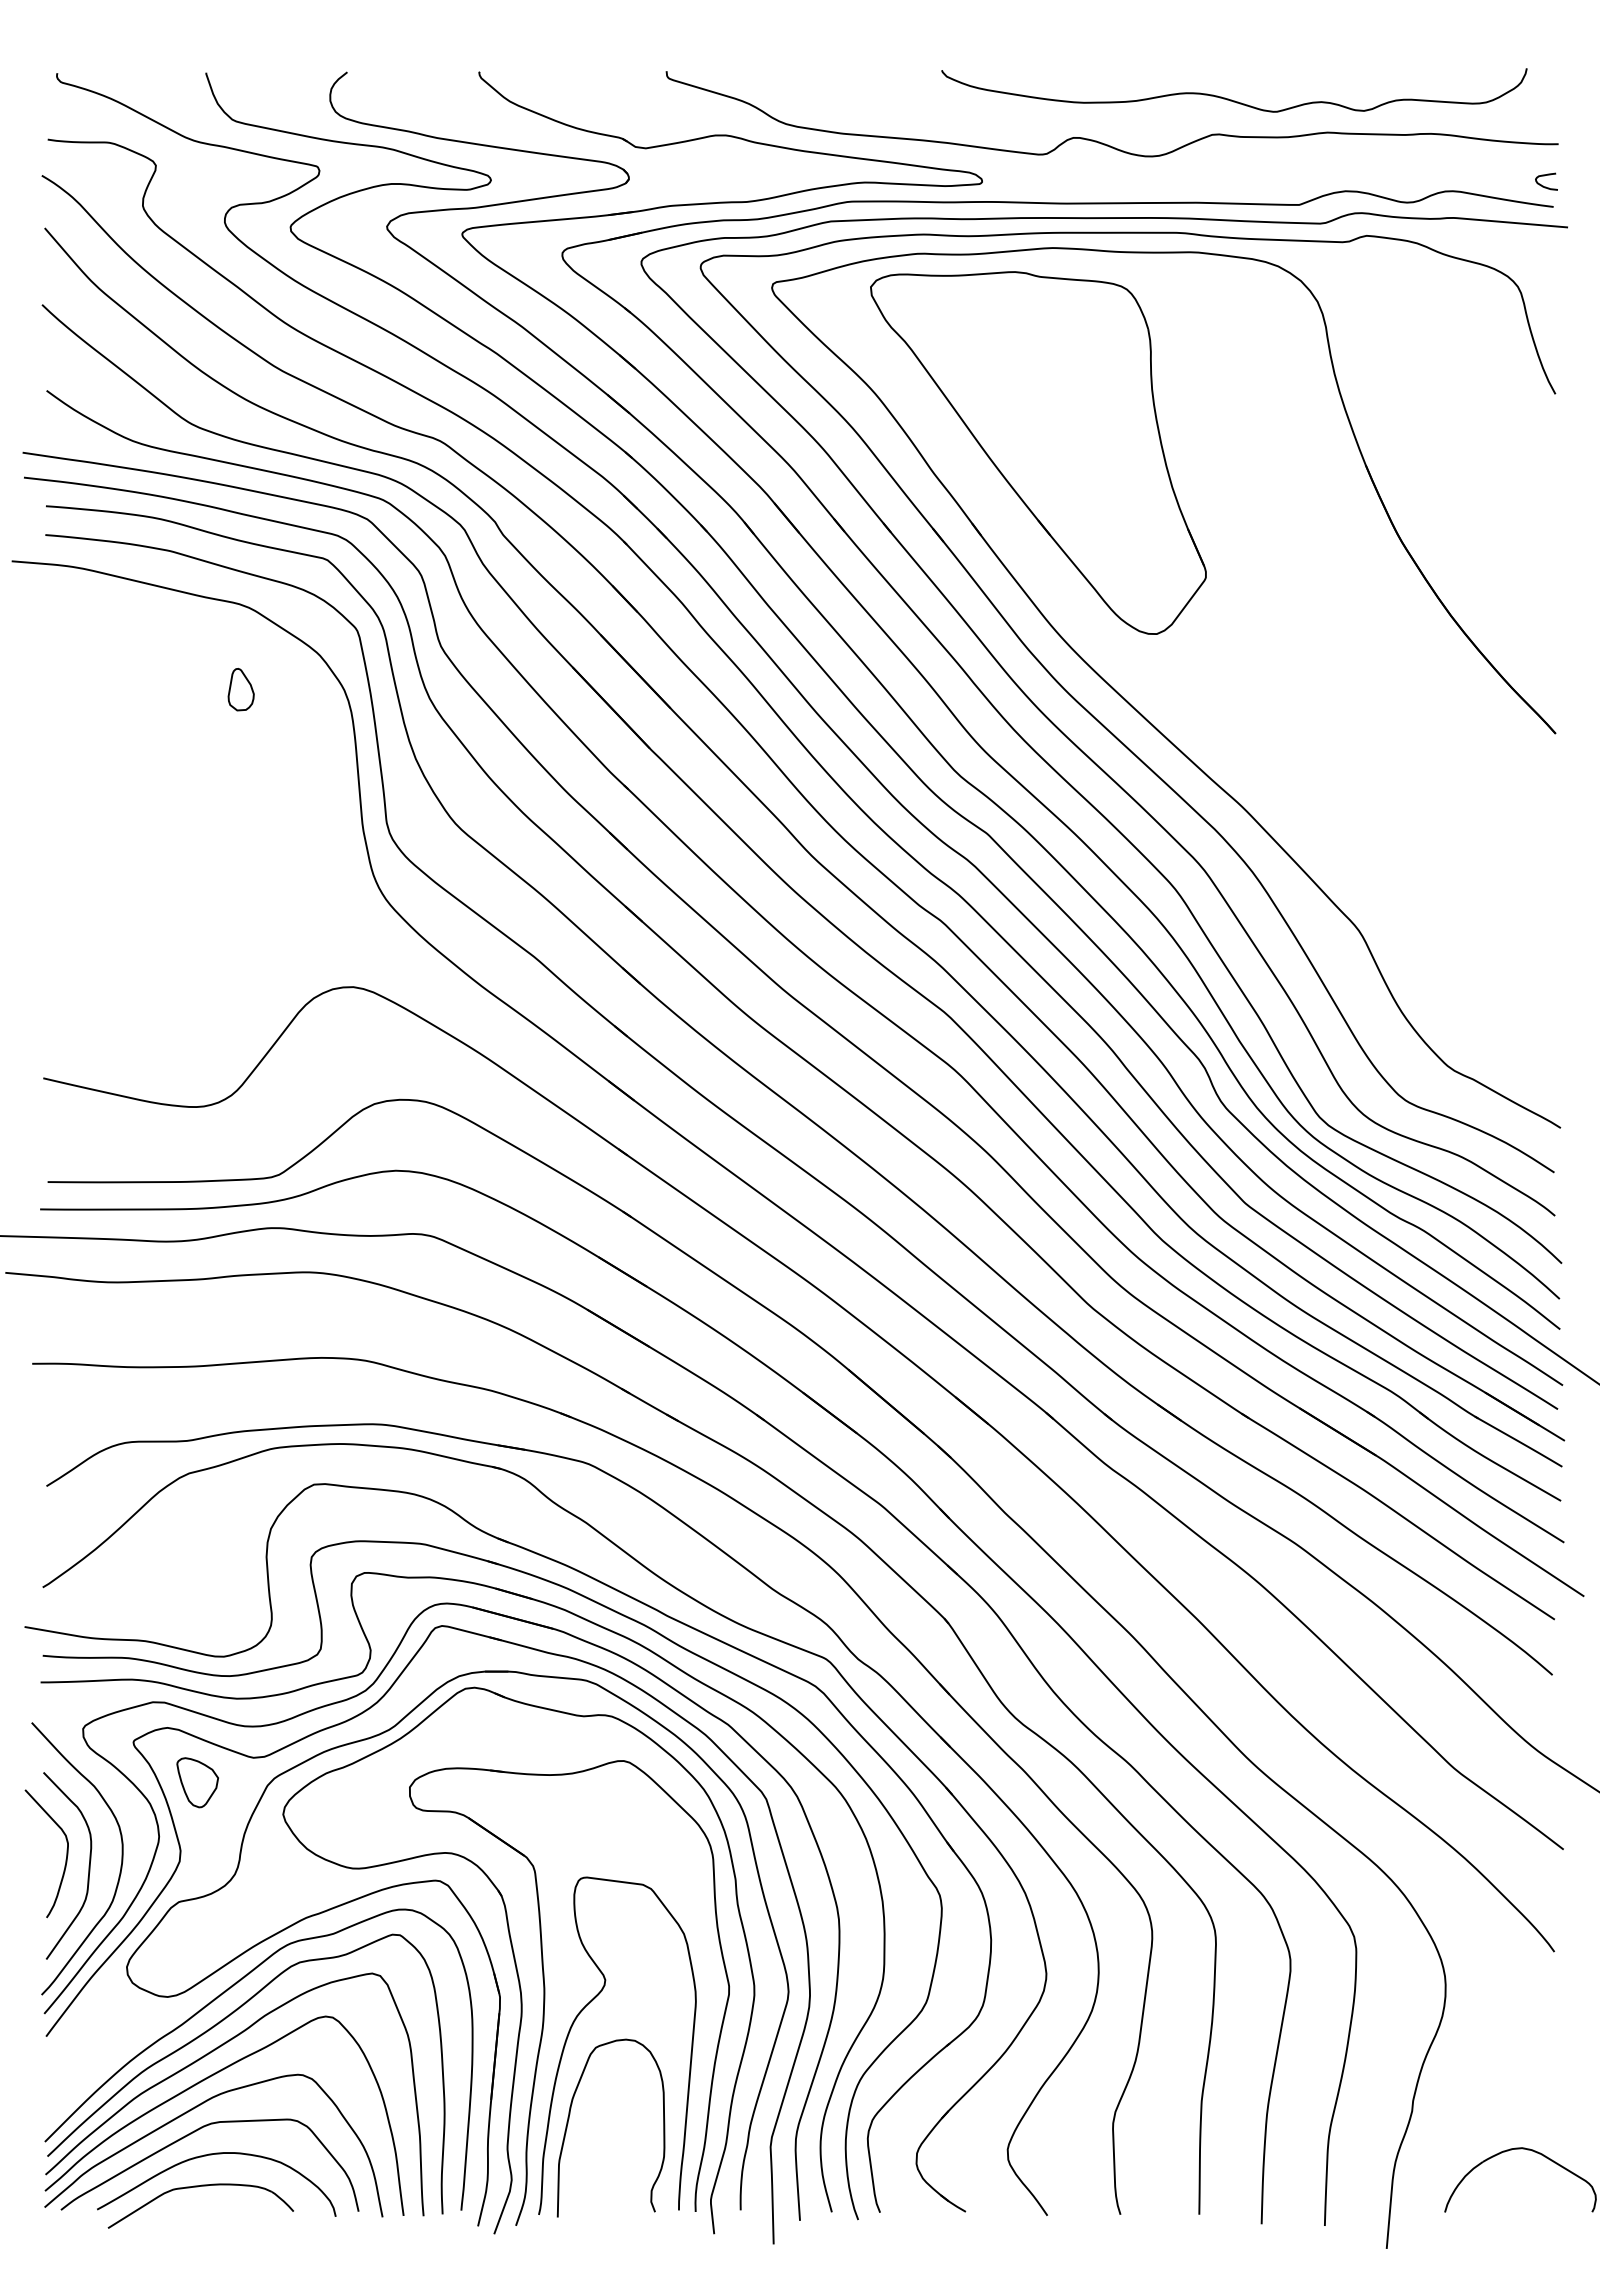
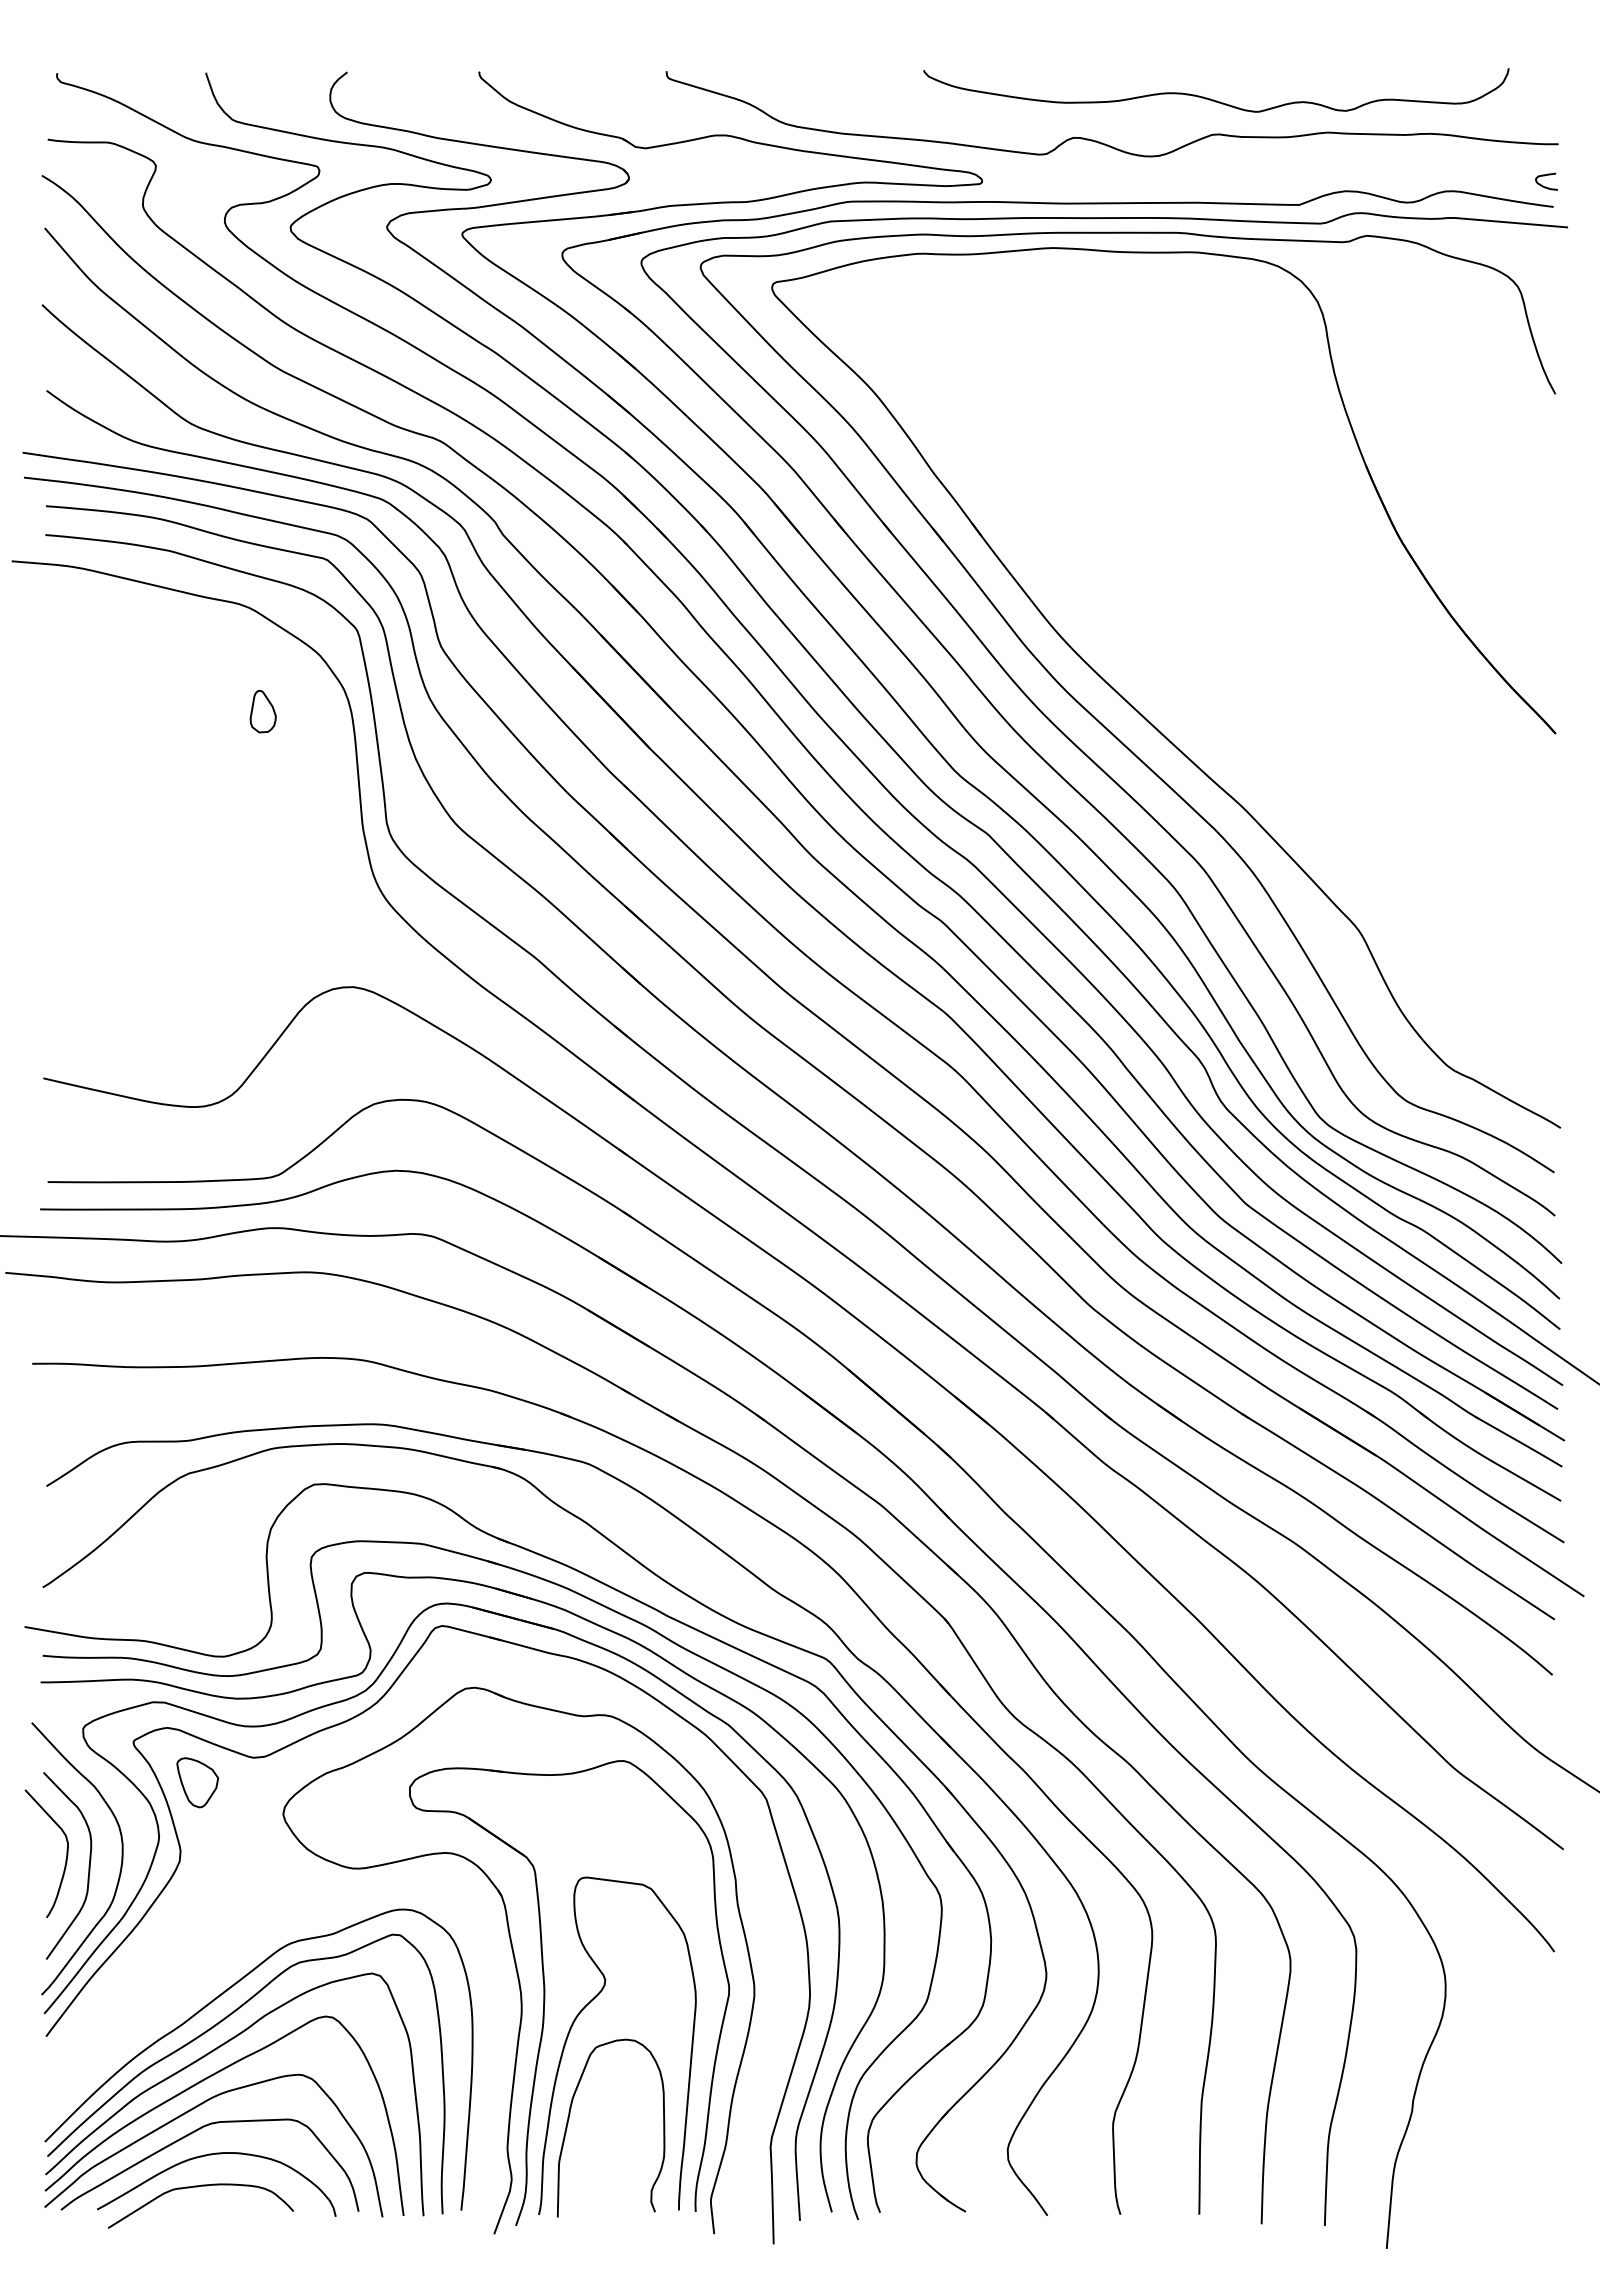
curve at (1231, 99) position: (1231, 99) -> (1213, 99)
part at (1038, 452): present -> none
part at (240, 689) position: (240, 689) -> (262, 711)
part at (480, 1937): present -> none
part at (1527, 2150): present -> none
